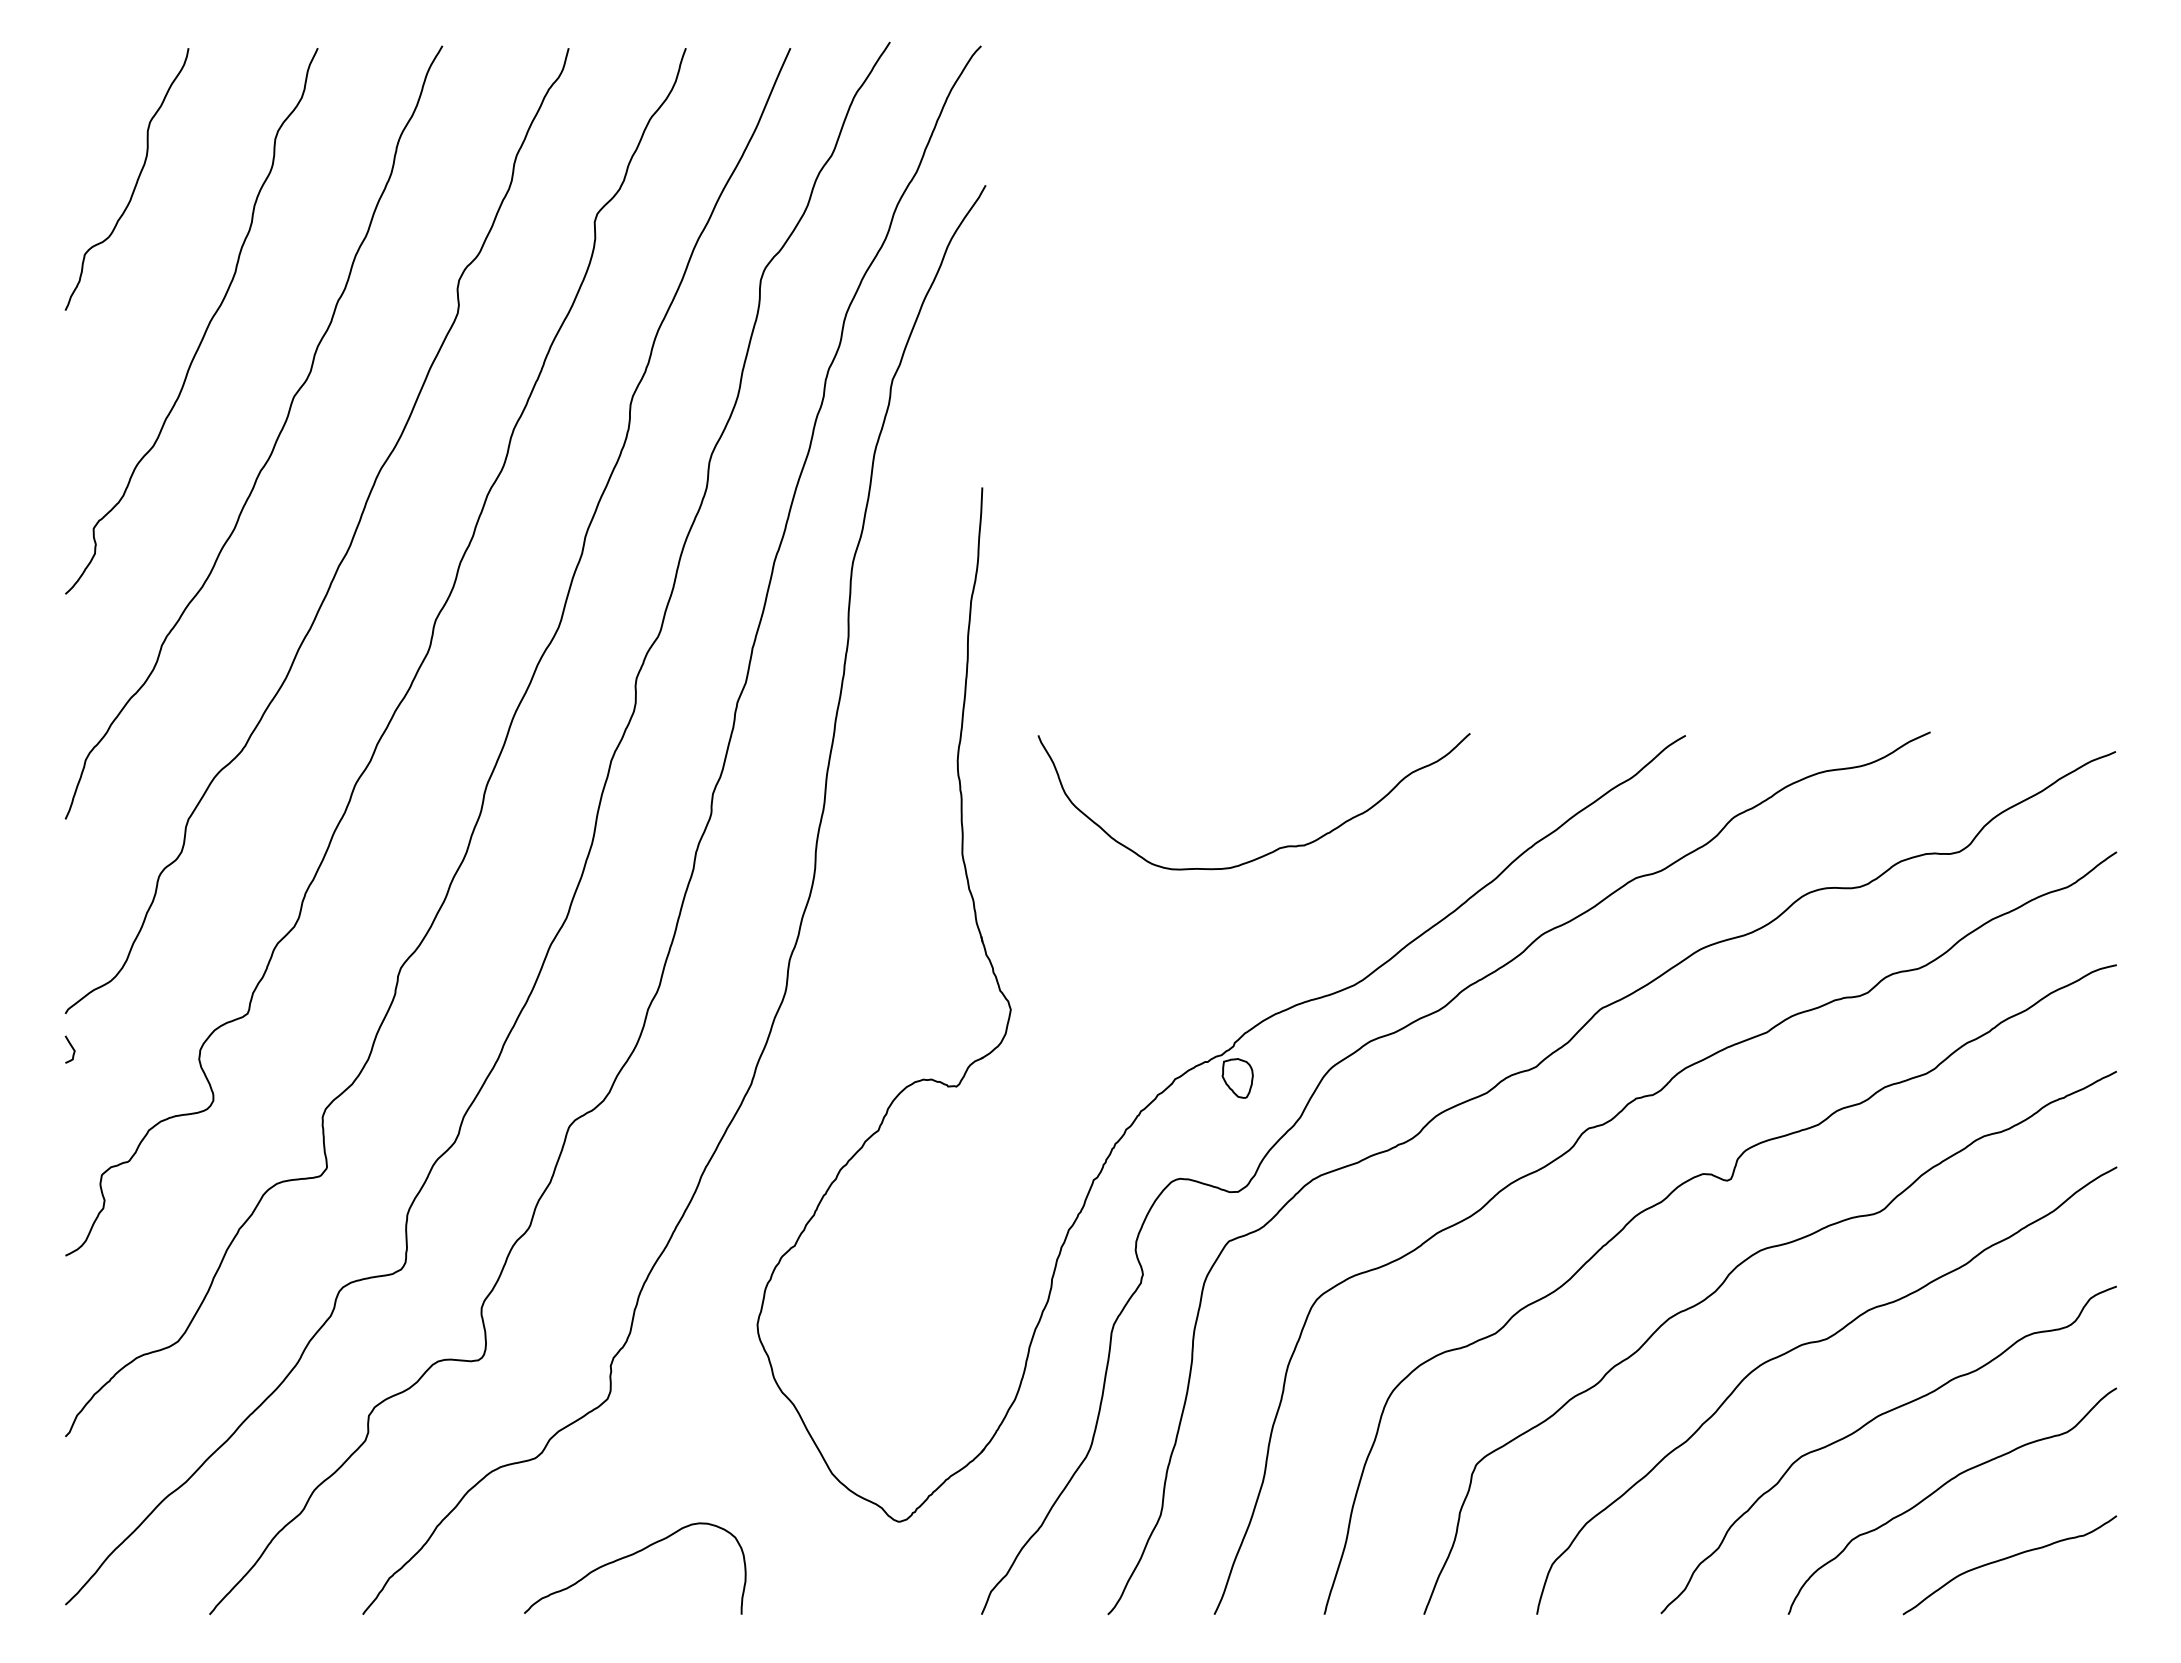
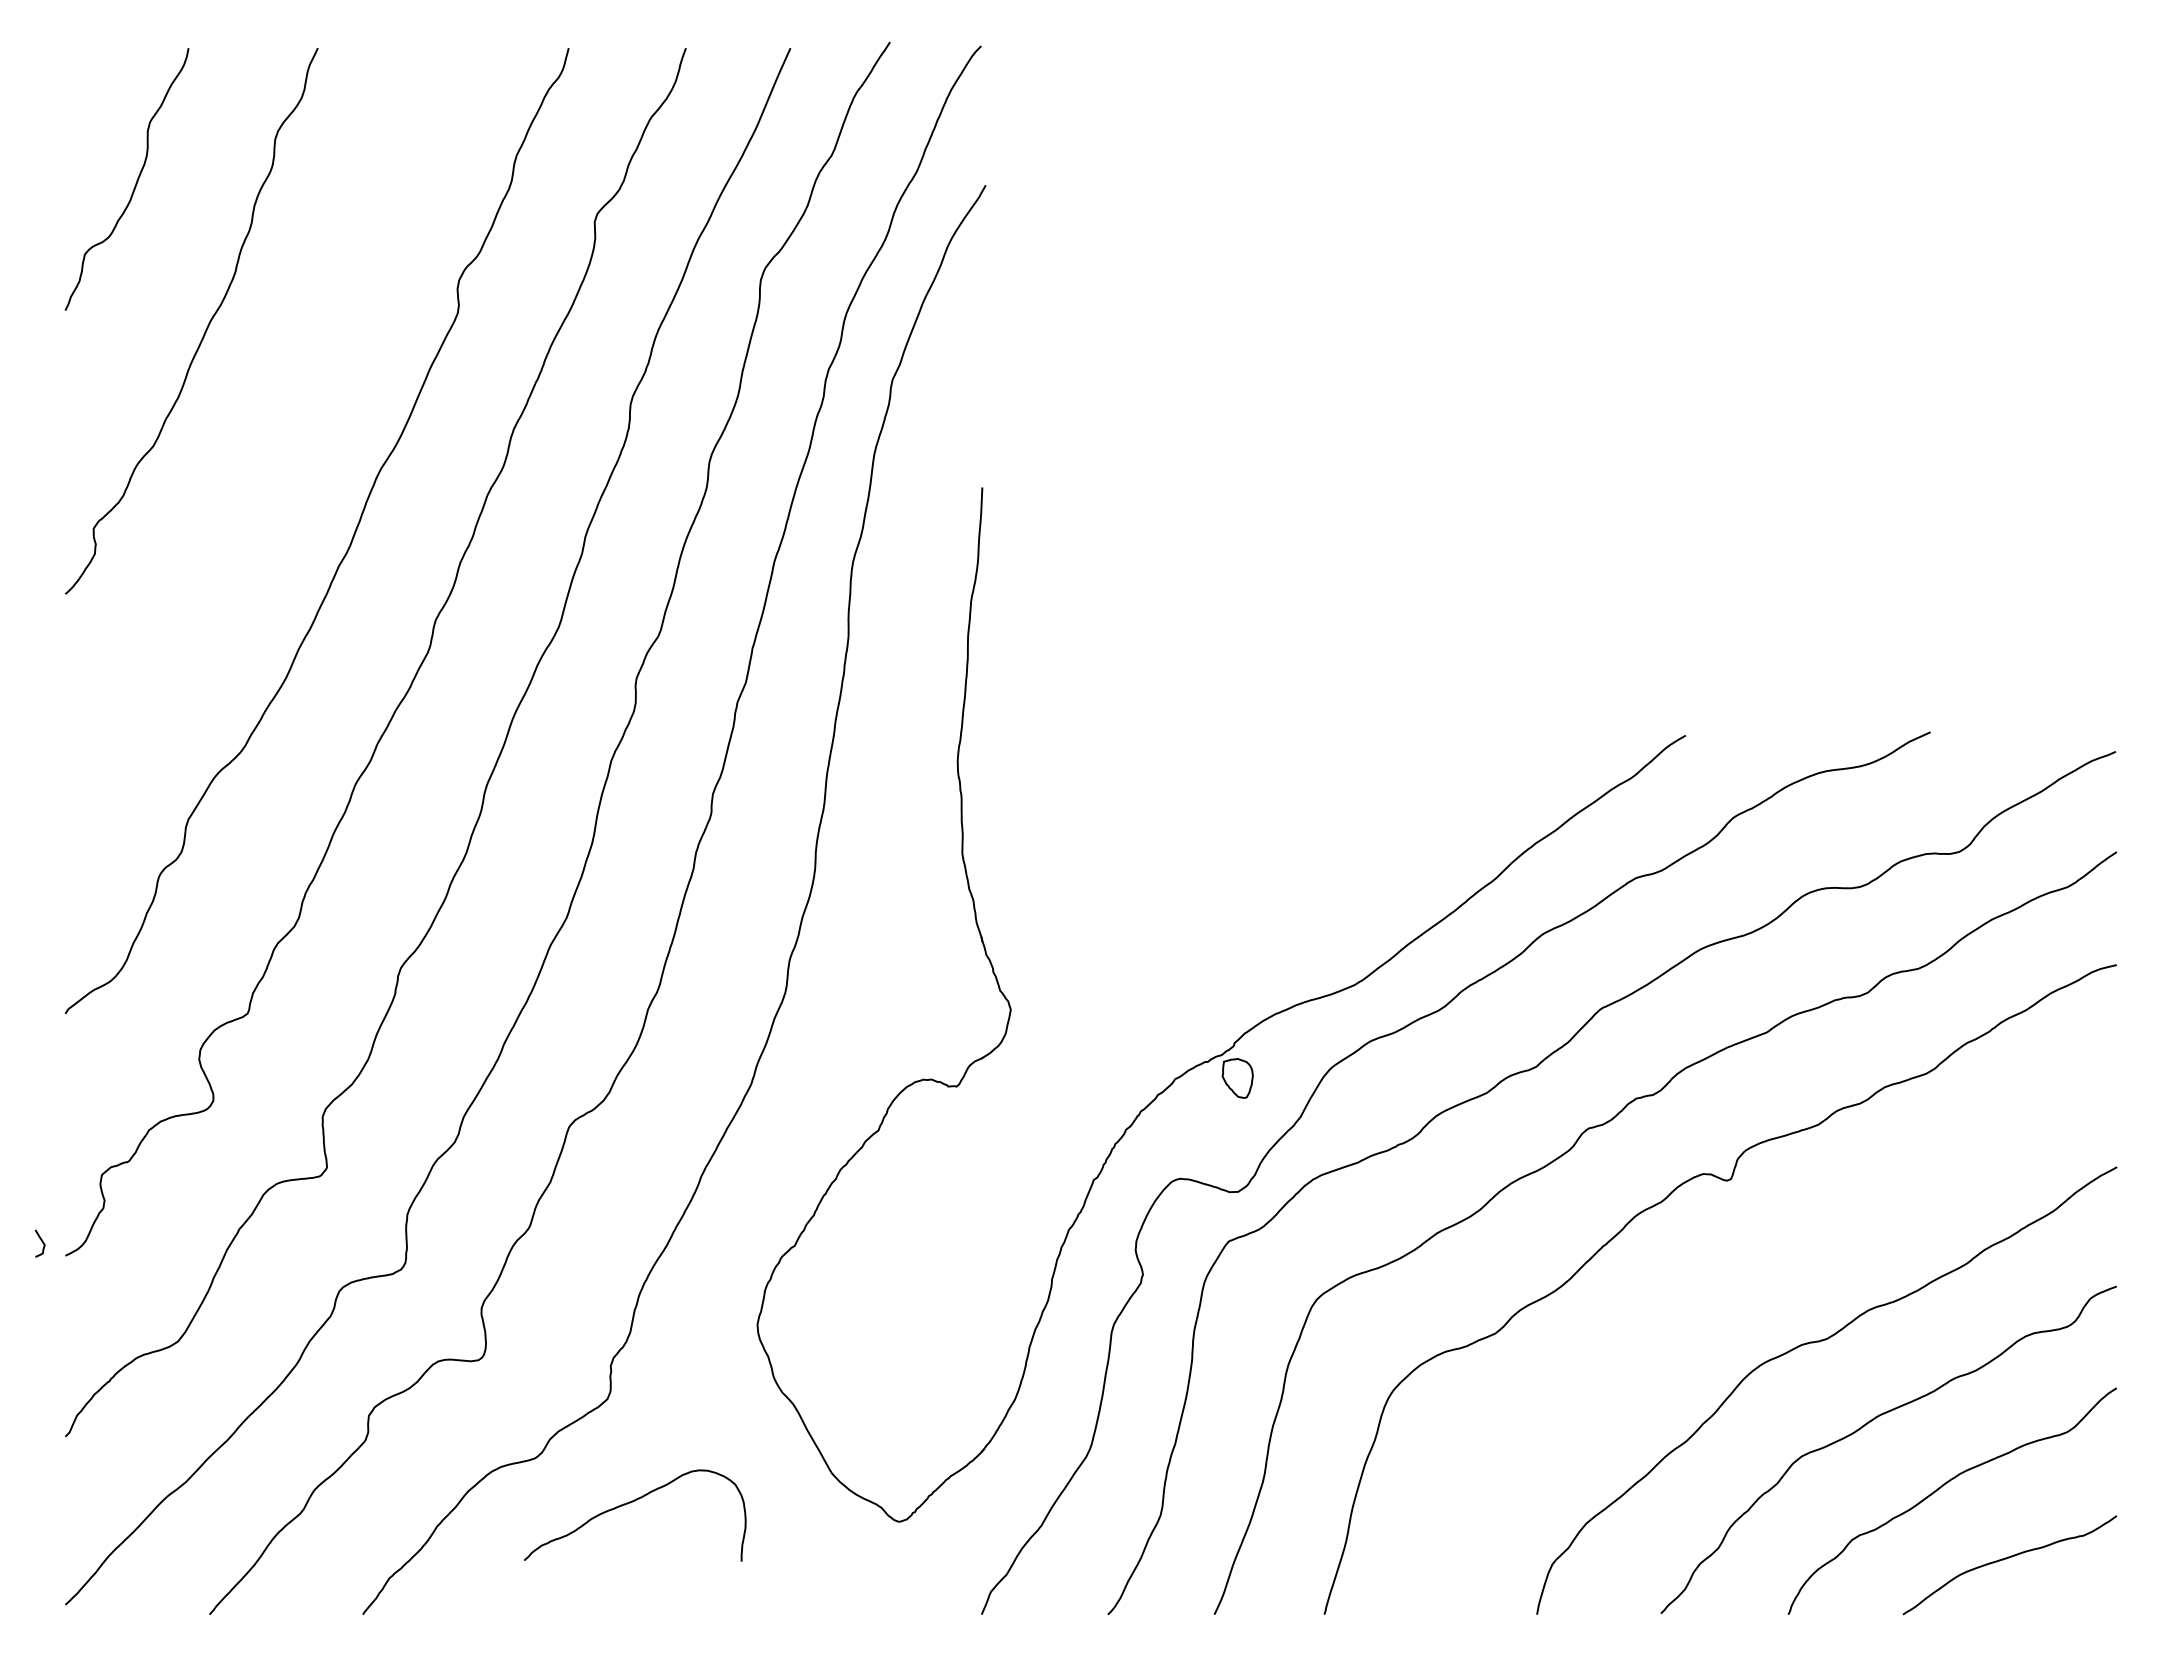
curve at (275, 440): present -> none
curve at (1278, 847): present -> none
curve at (71, 1047) position: (71, 1047) -> (41, 1241)
curve at (1717, 1290): present -> none
curve at (630, 1556) position: (630, 1556) -> (630, 1503)
